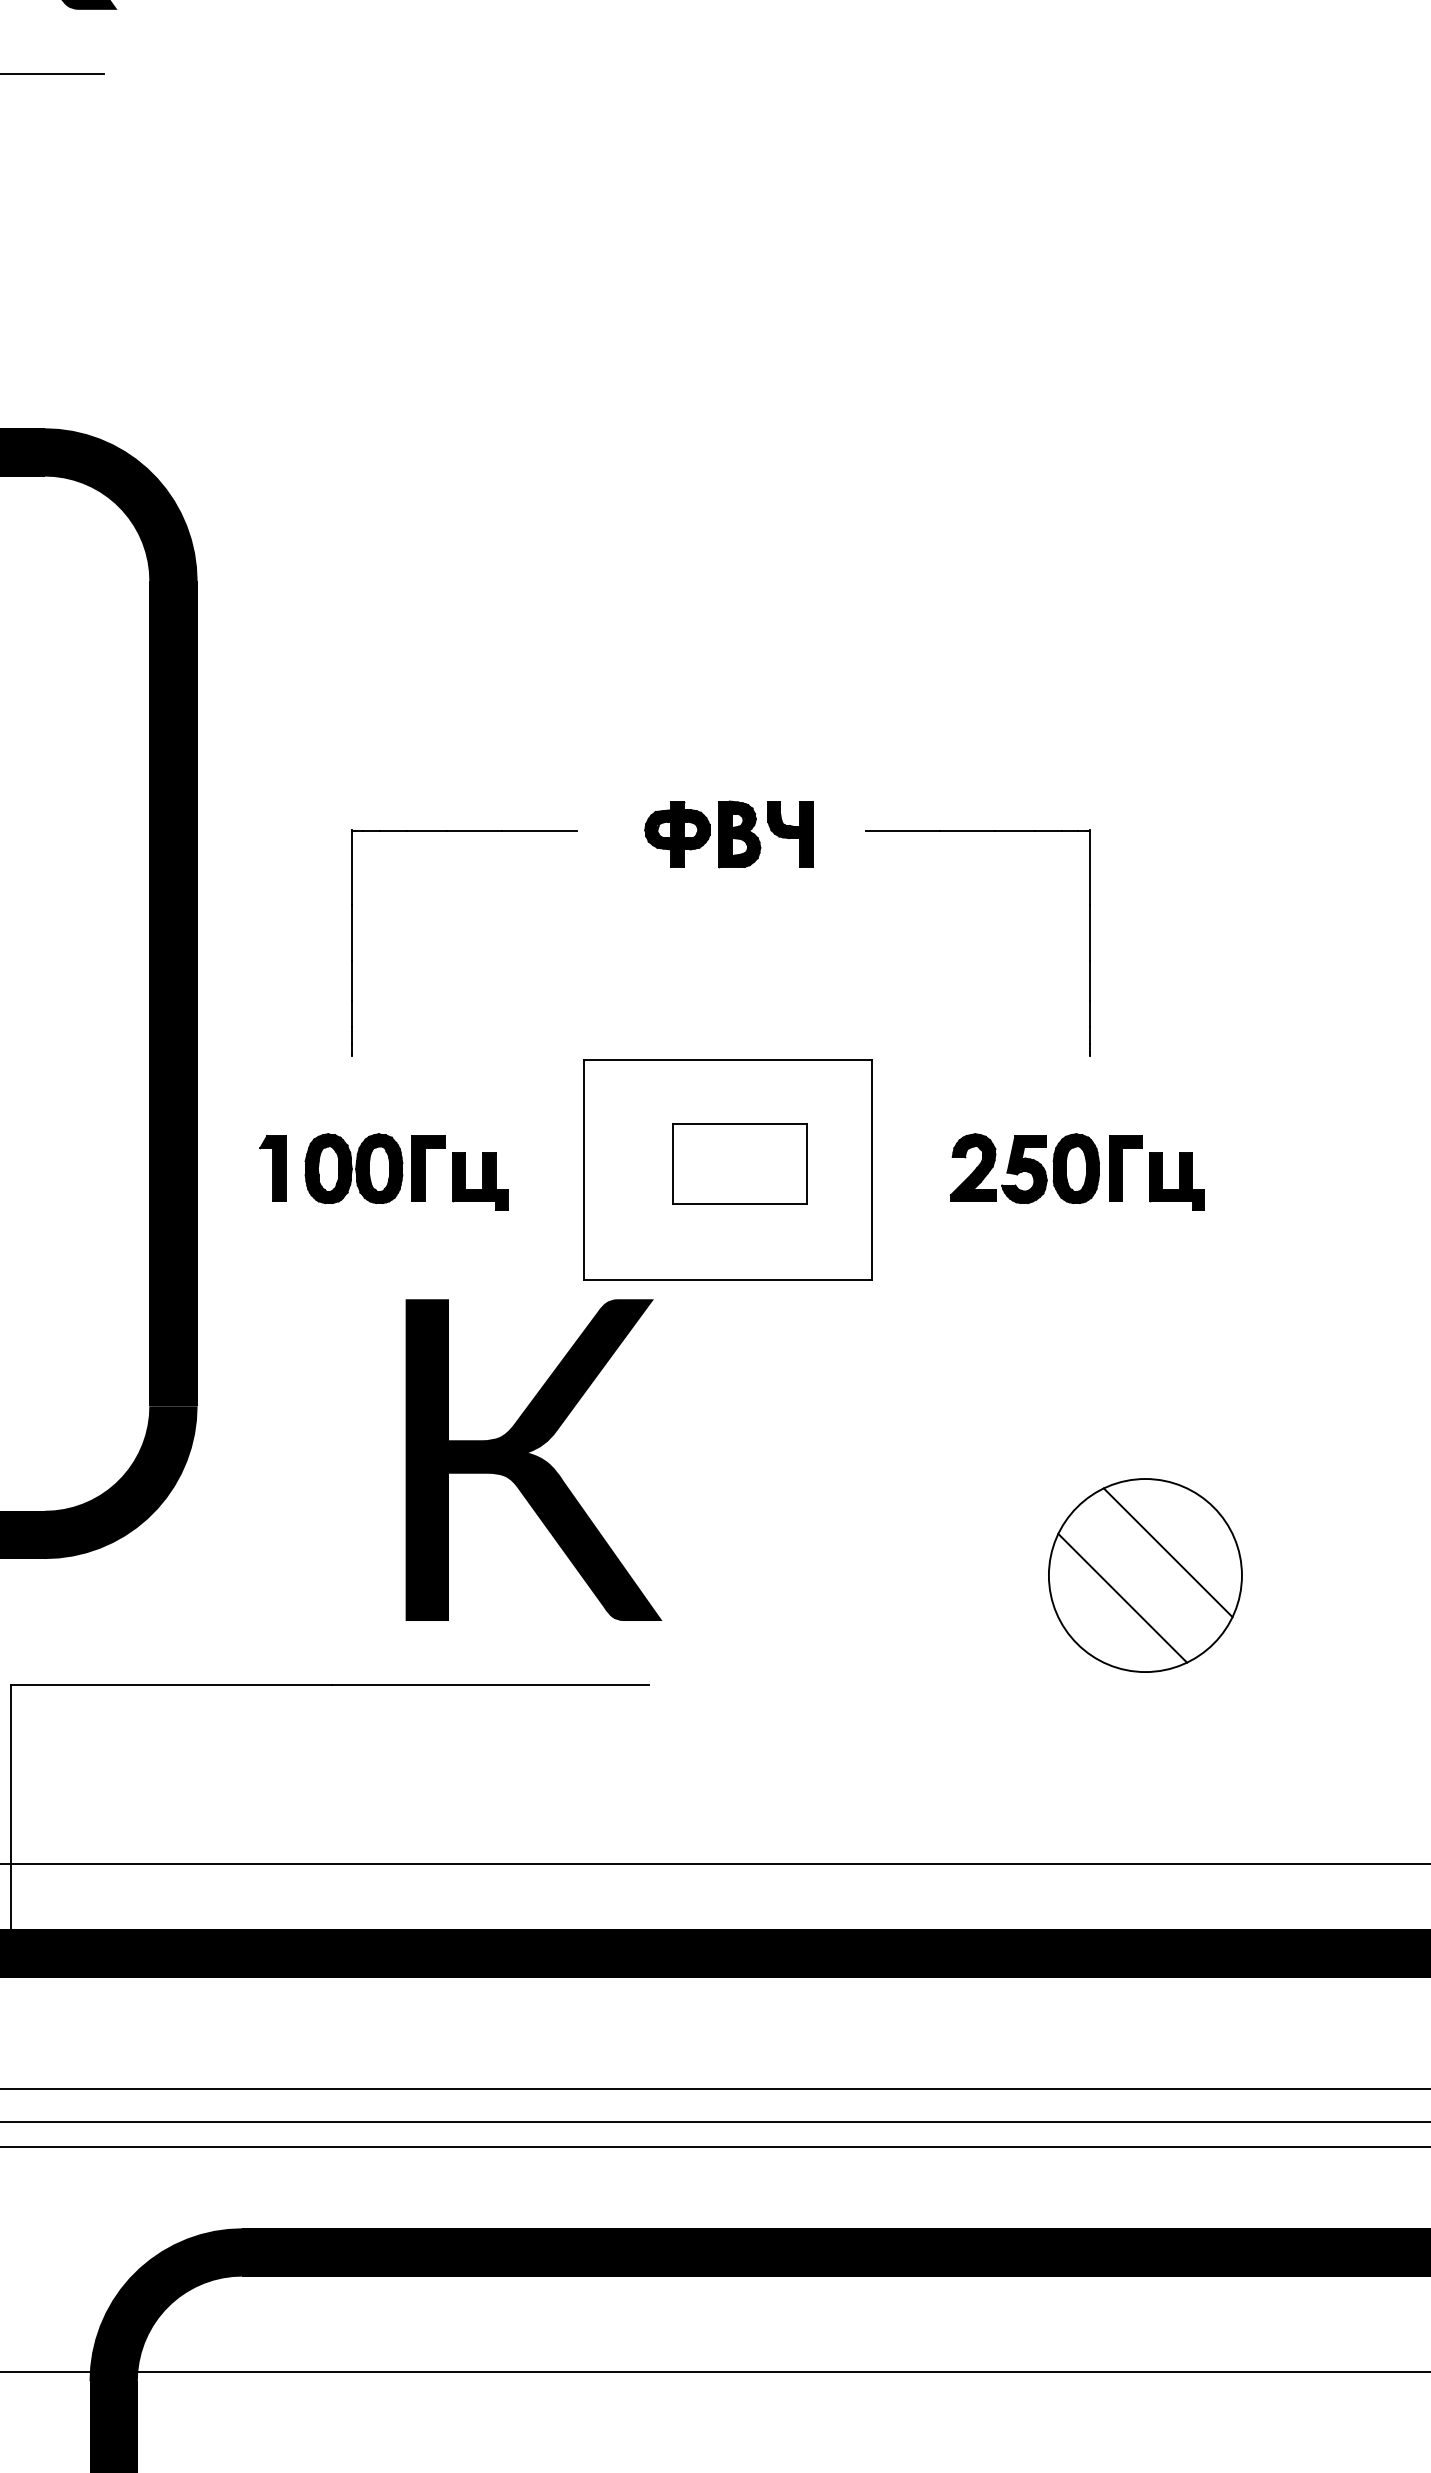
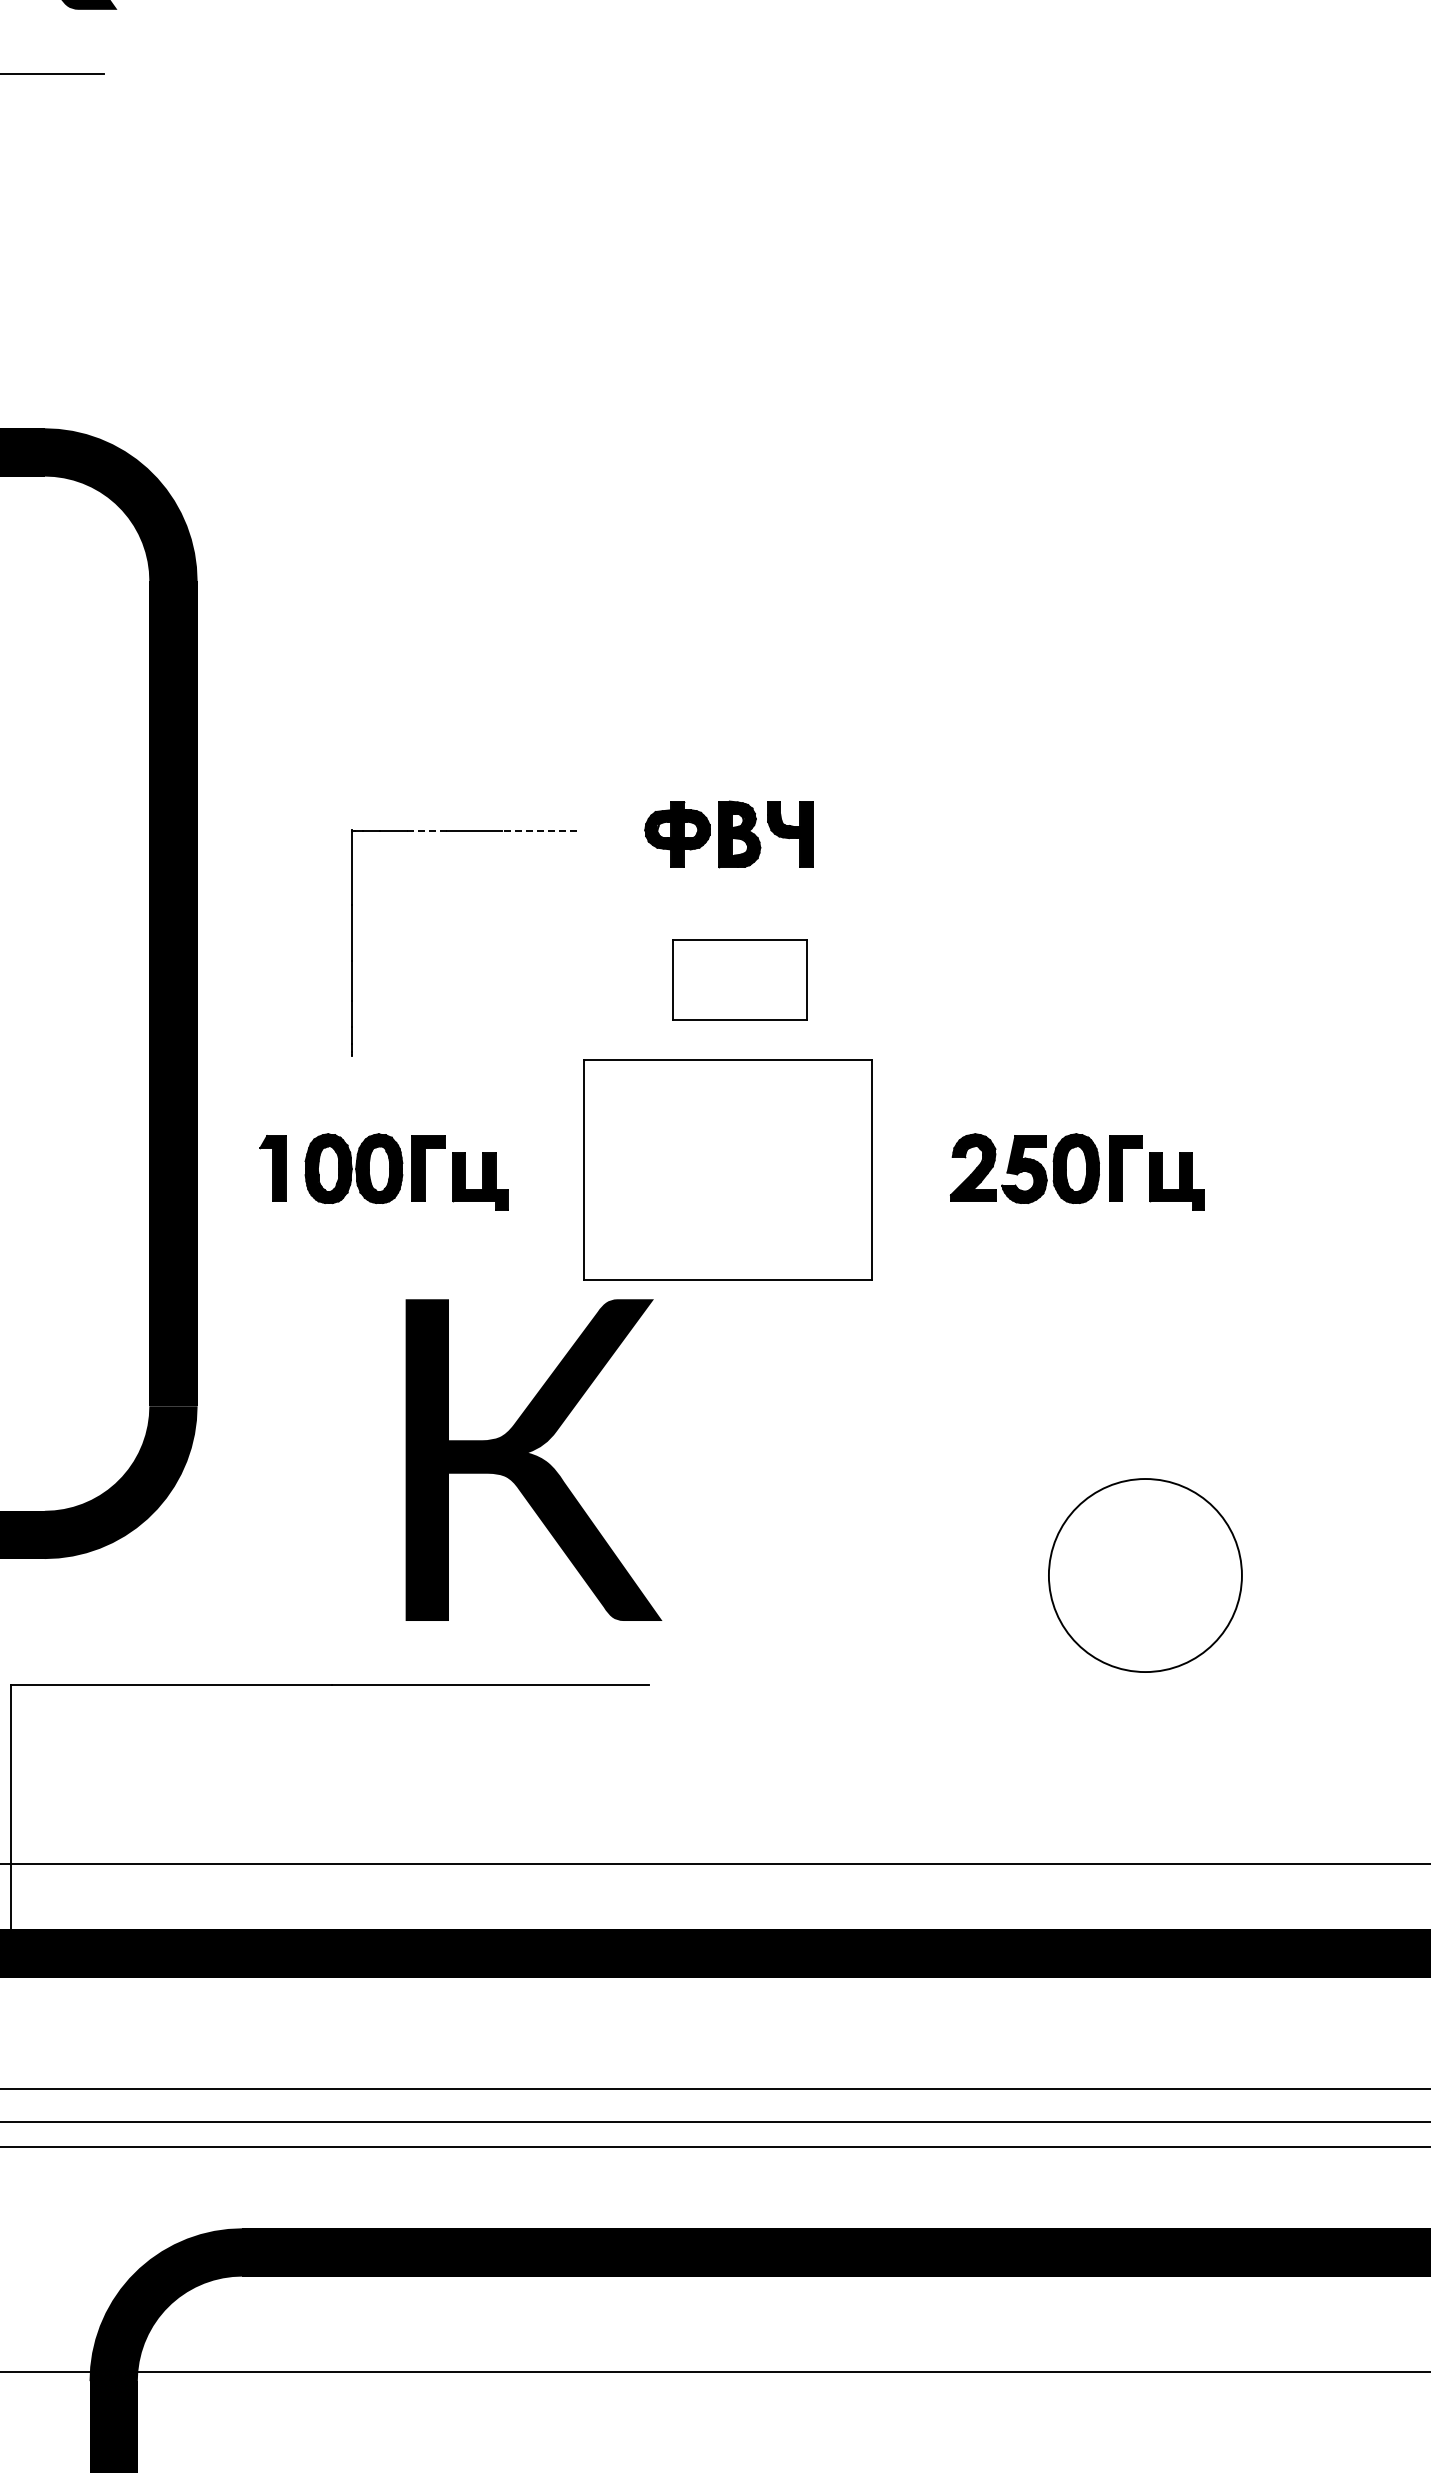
line at (426, 831): solid -> dashed
line at (538, 831): solid -> dashed
part at (977, 831): present -> none
part at (739, 1163) position: (739, 1163) -> (739, 979)
line at (1167, 1552): present -> none
line at (1122, 1597): present -> none
